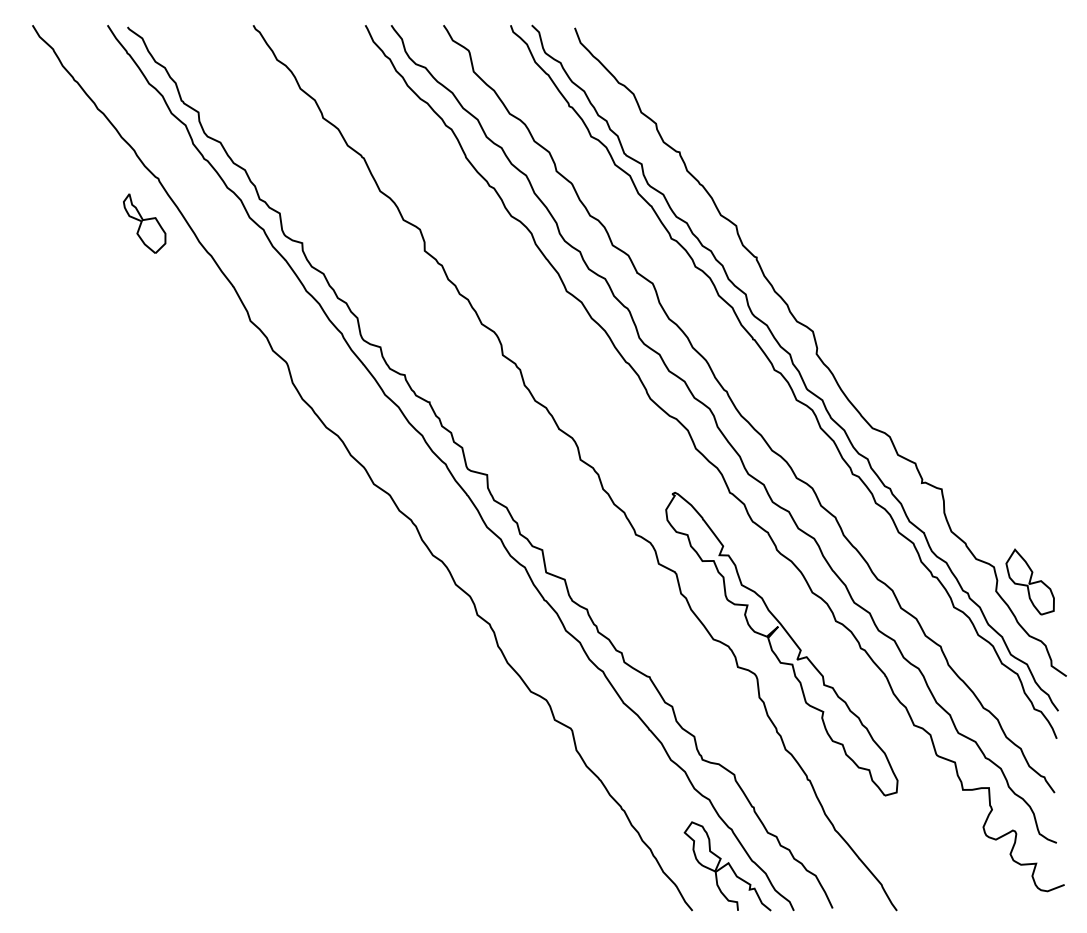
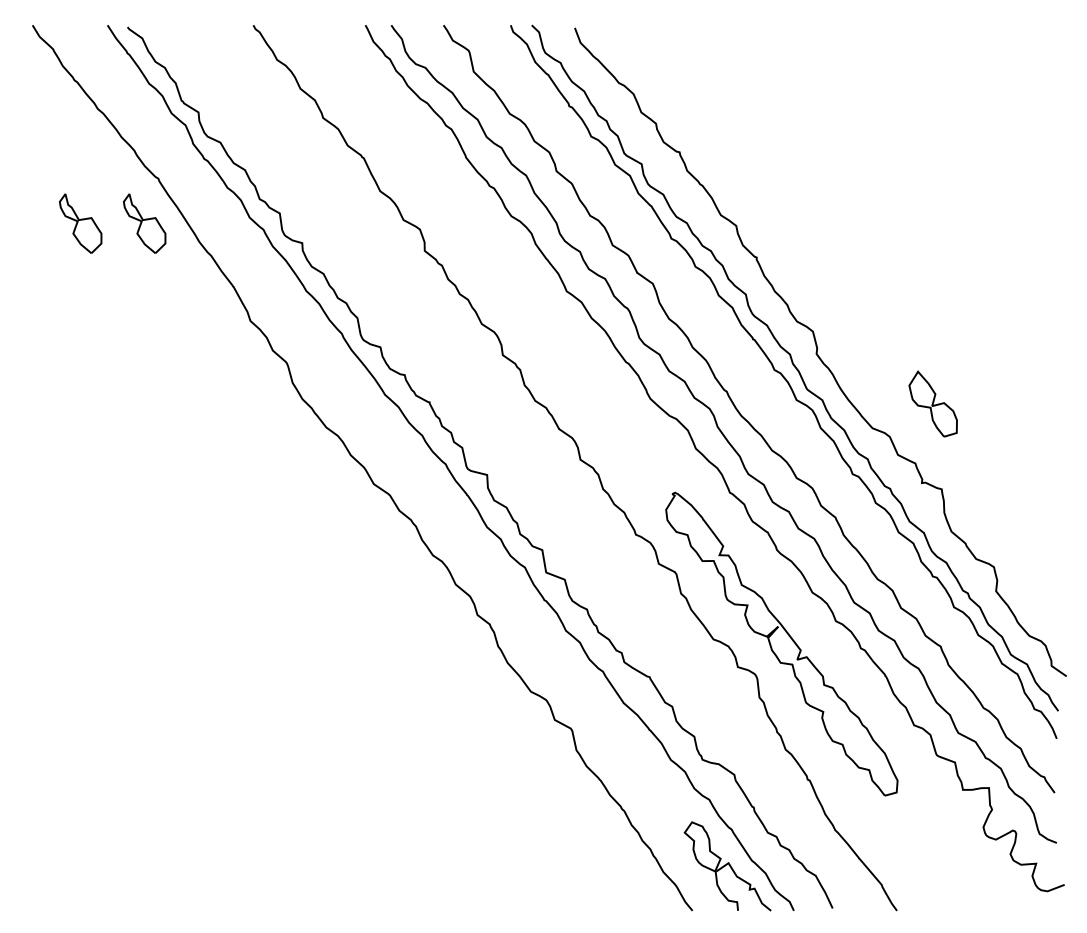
part at (80, 223): none -> present
part at (1029, 581) position: (1029, 581) -> (932, 403)
